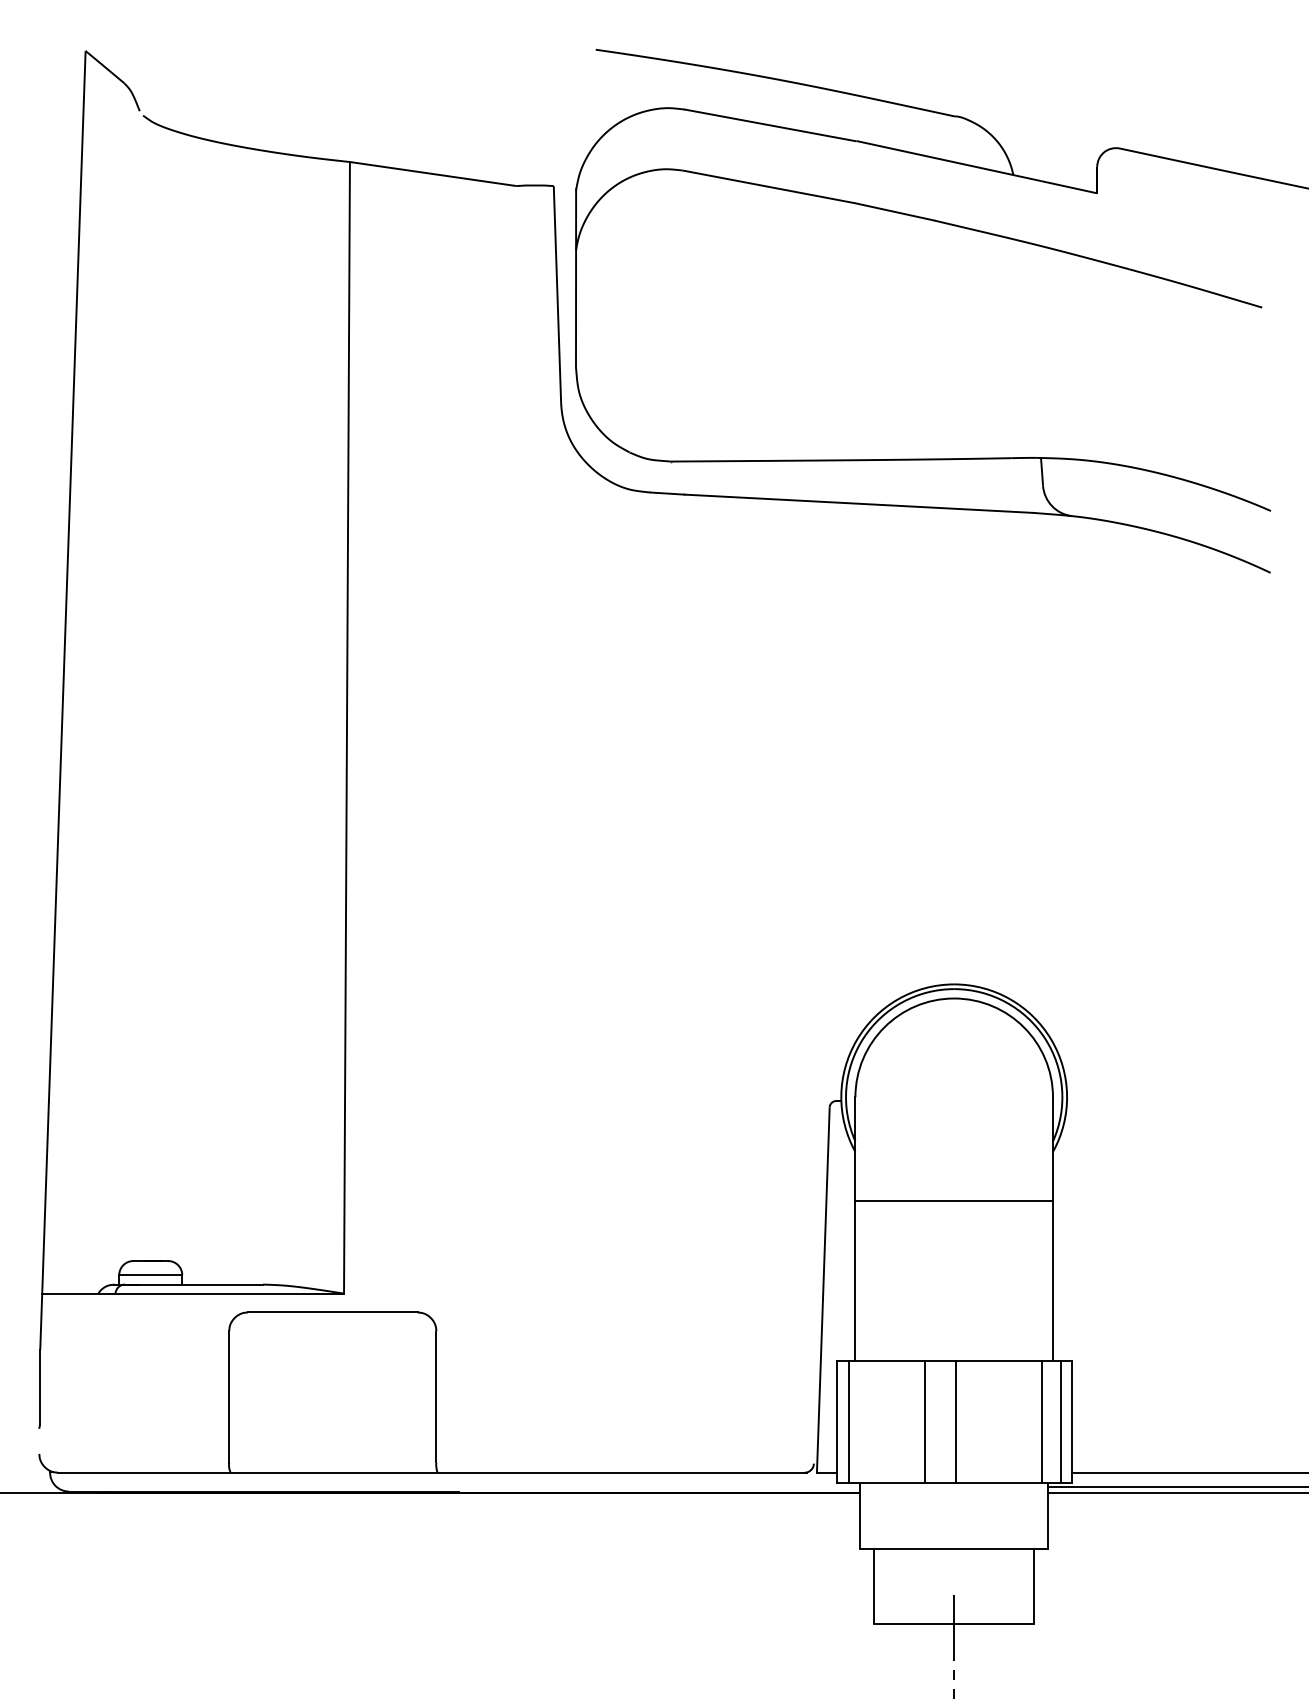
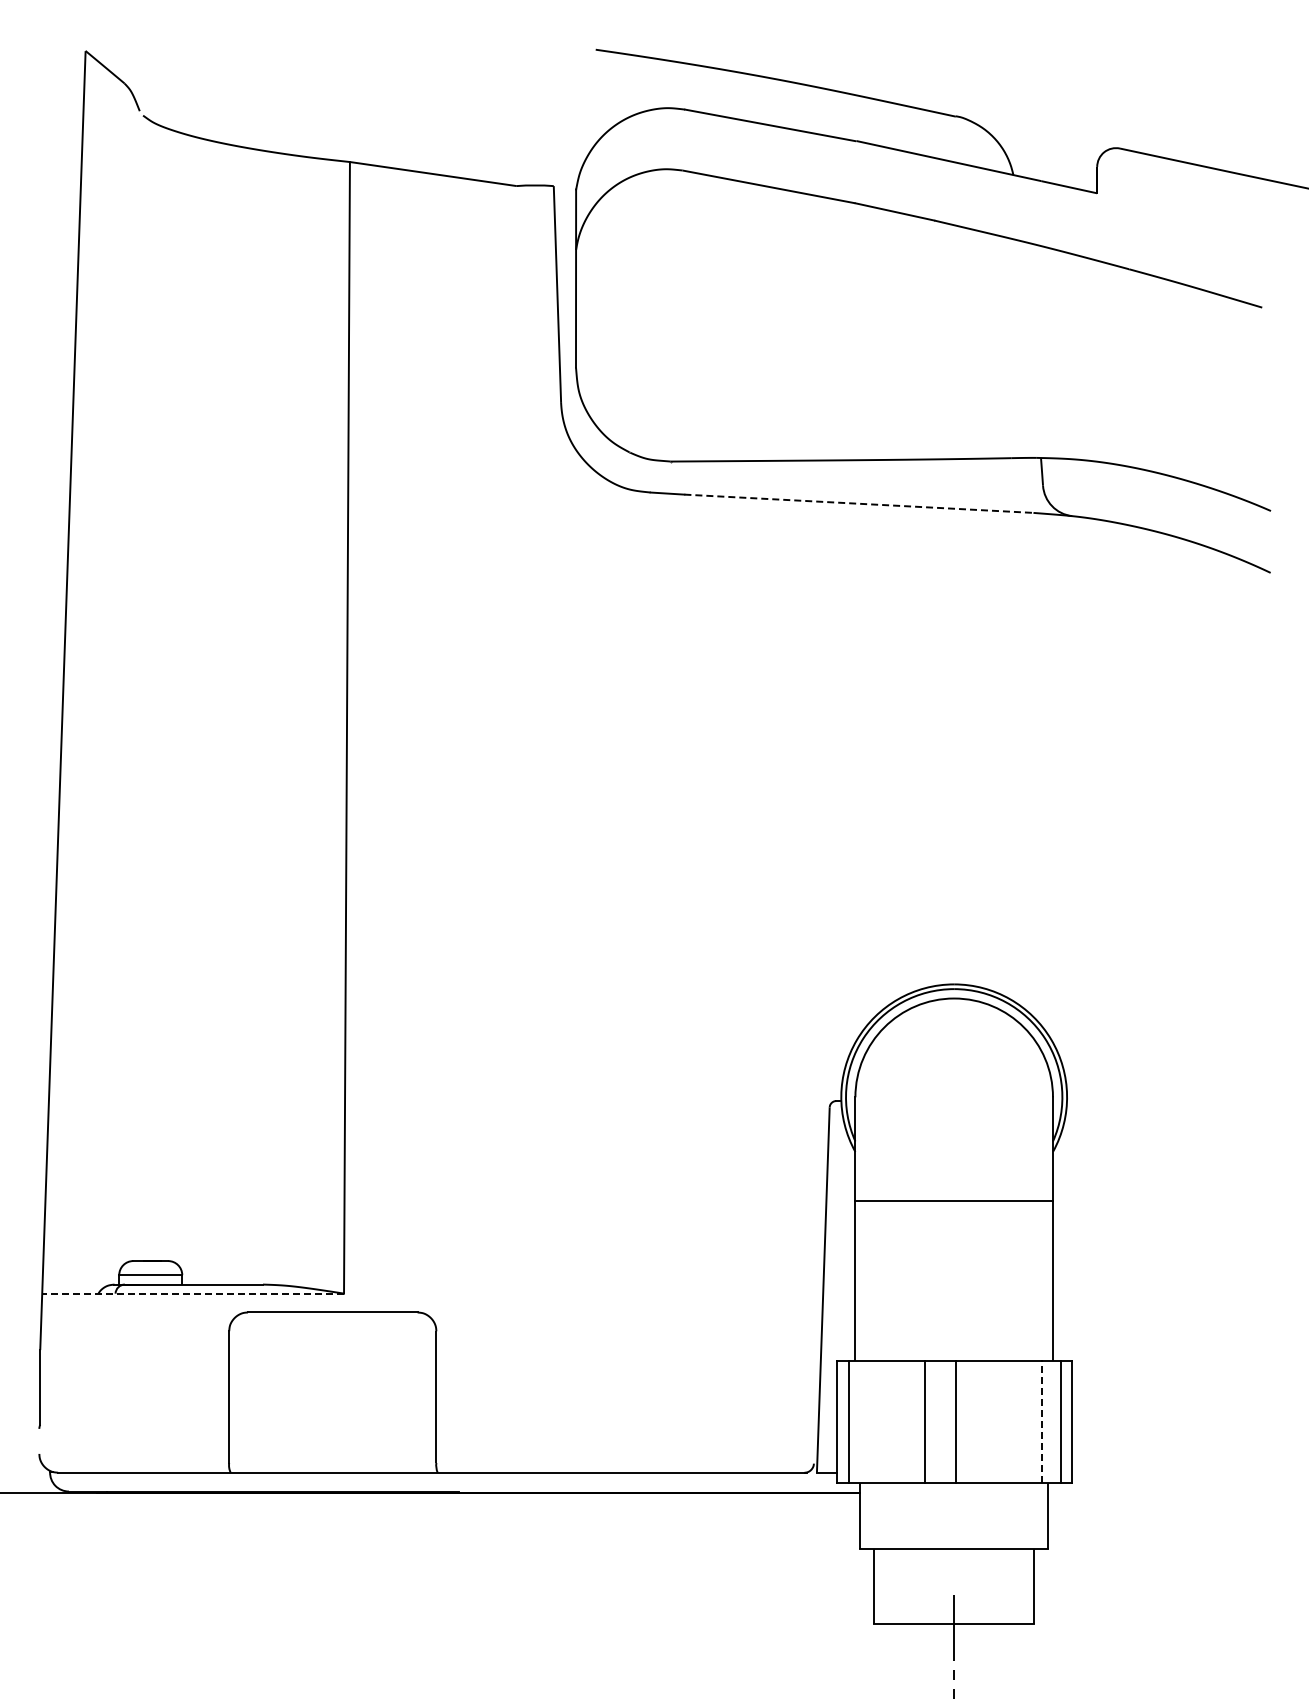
line at (858, 503): solid -> dashed
line at (193, 1293): solid -> dashed
line at (1042, 1421): solid -> dashed
line at (1188, 1472): present -> none
line at (1176, 1486): present -> none
line at (1176, 1493): present -> none
